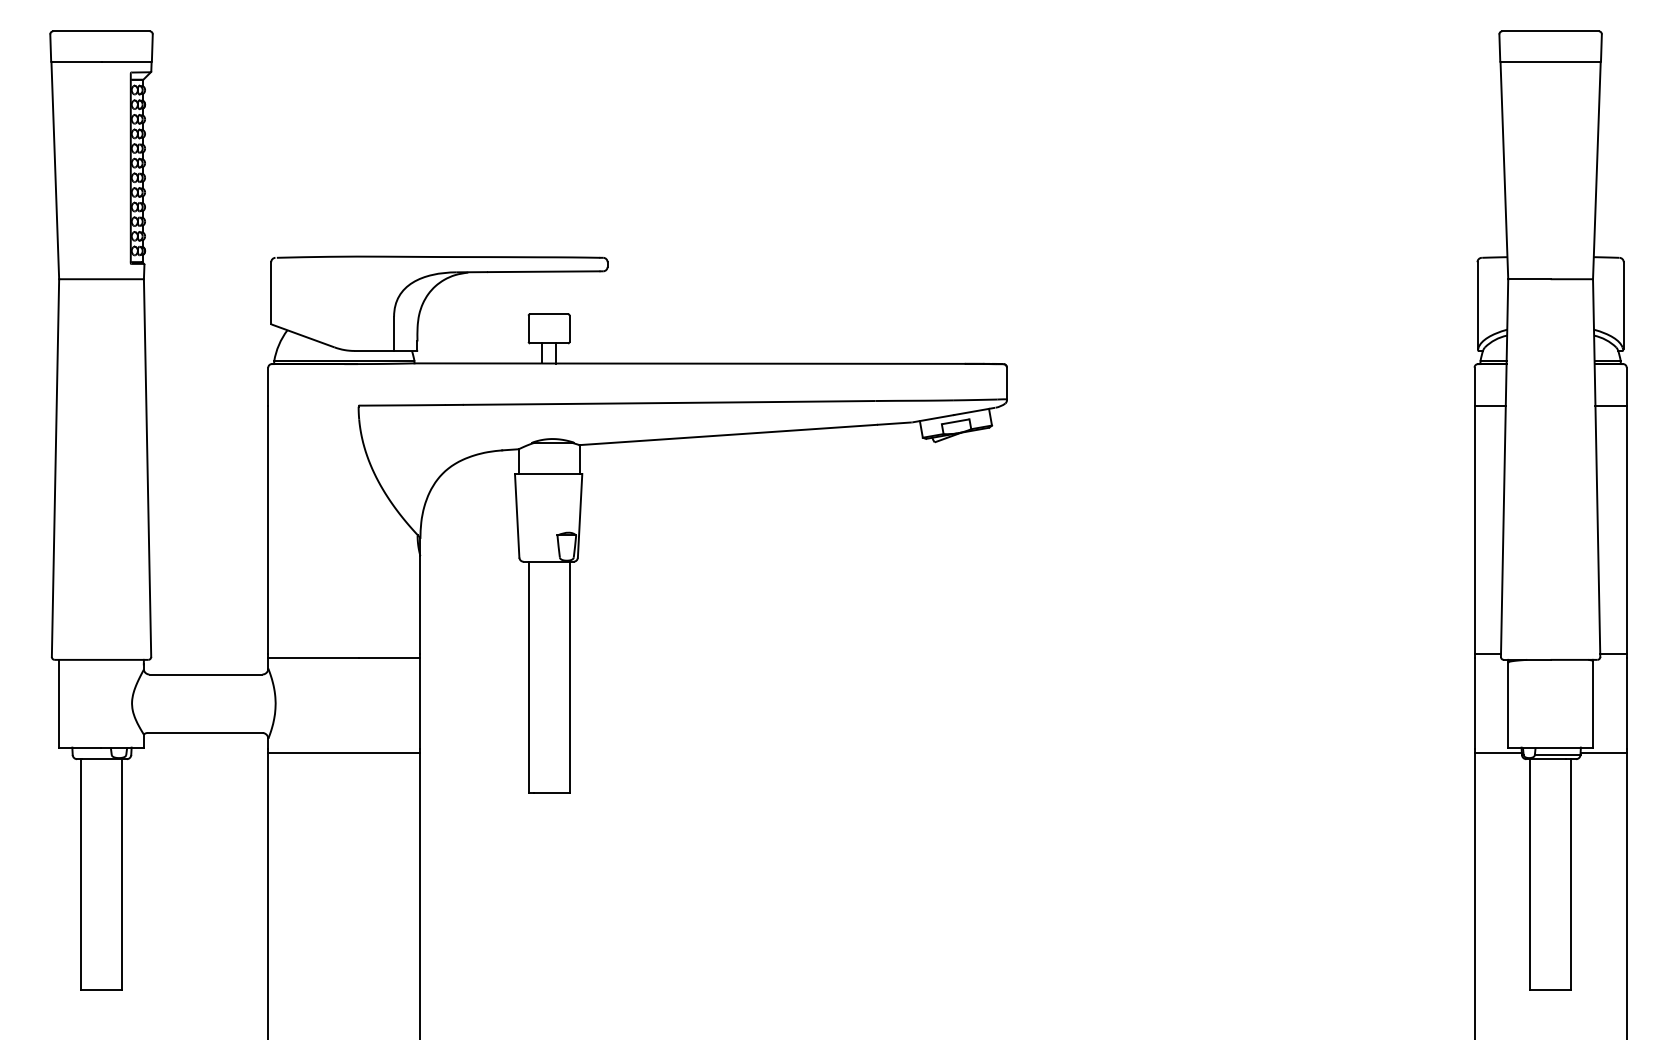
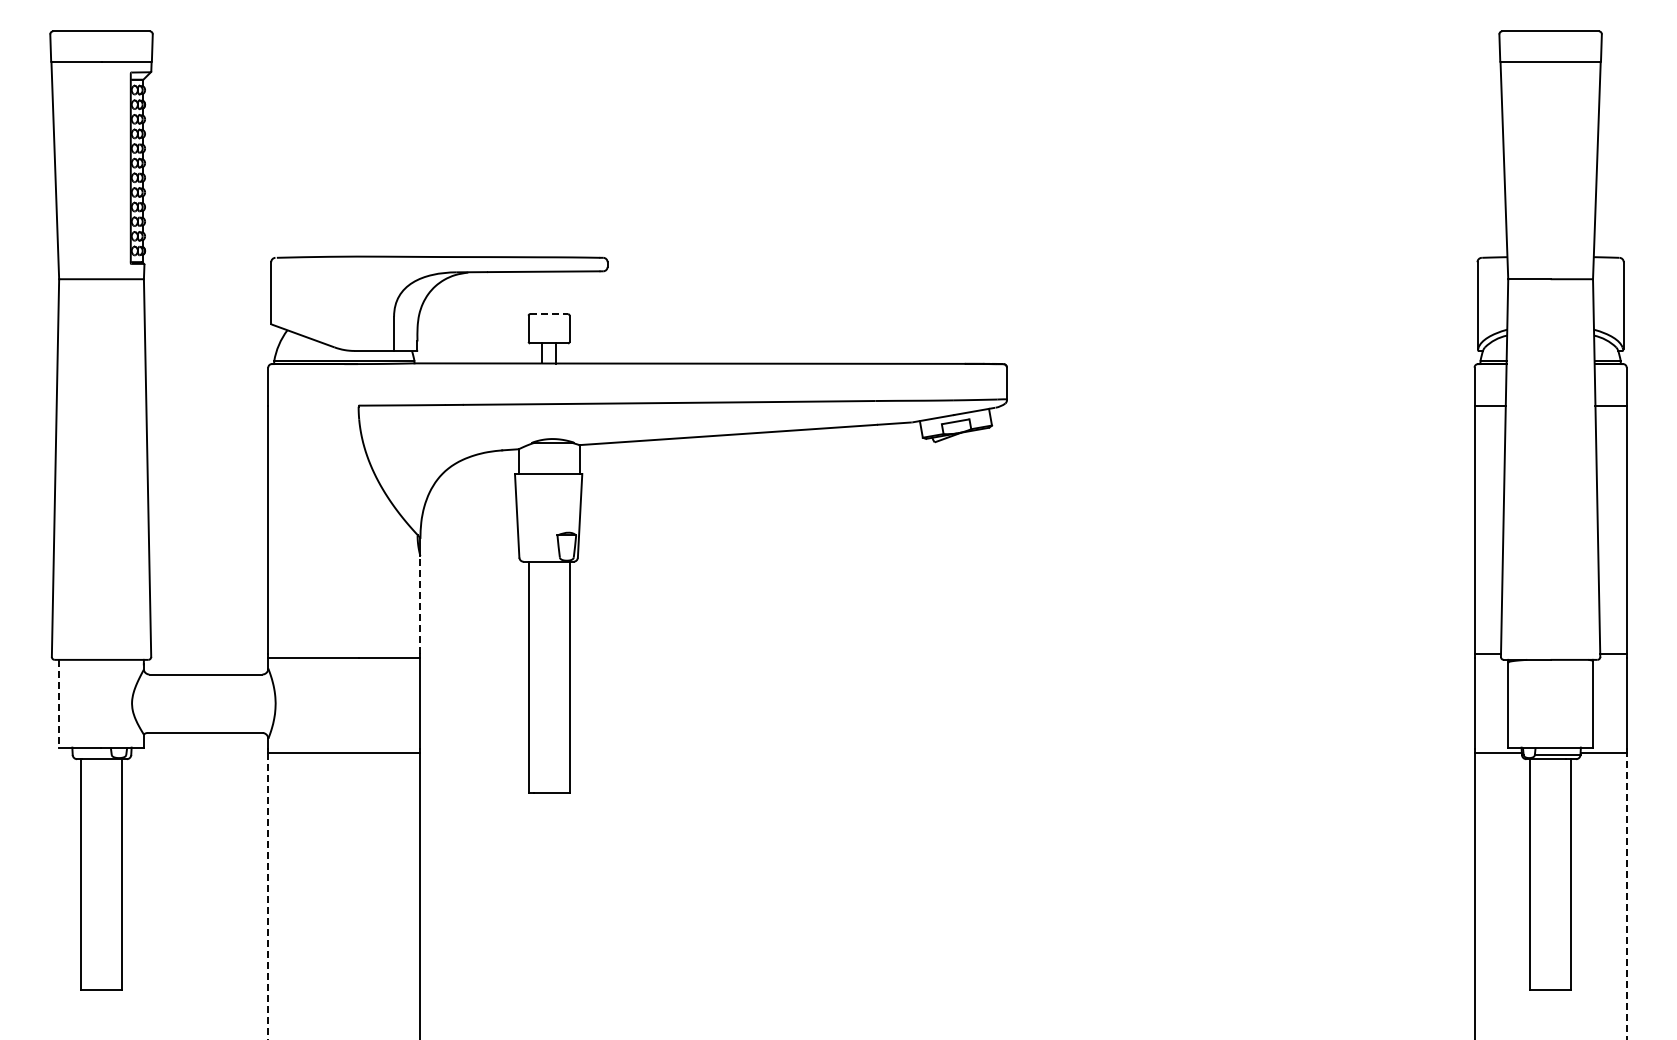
line at (549, 314): solid -> dashed
line at (420, 604): solid -> dashed
line at (59, 703): solid -> dashed
line at (268, 896): solid -> dashed
line at (1626, 896): solid -> dashed
